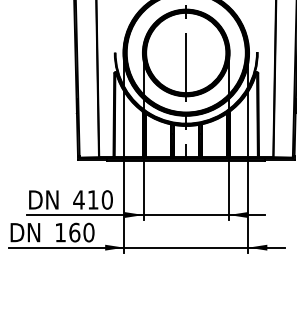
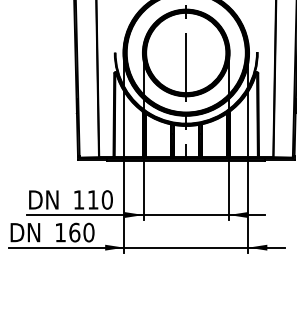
text at (78, 199): 410 -> 110
